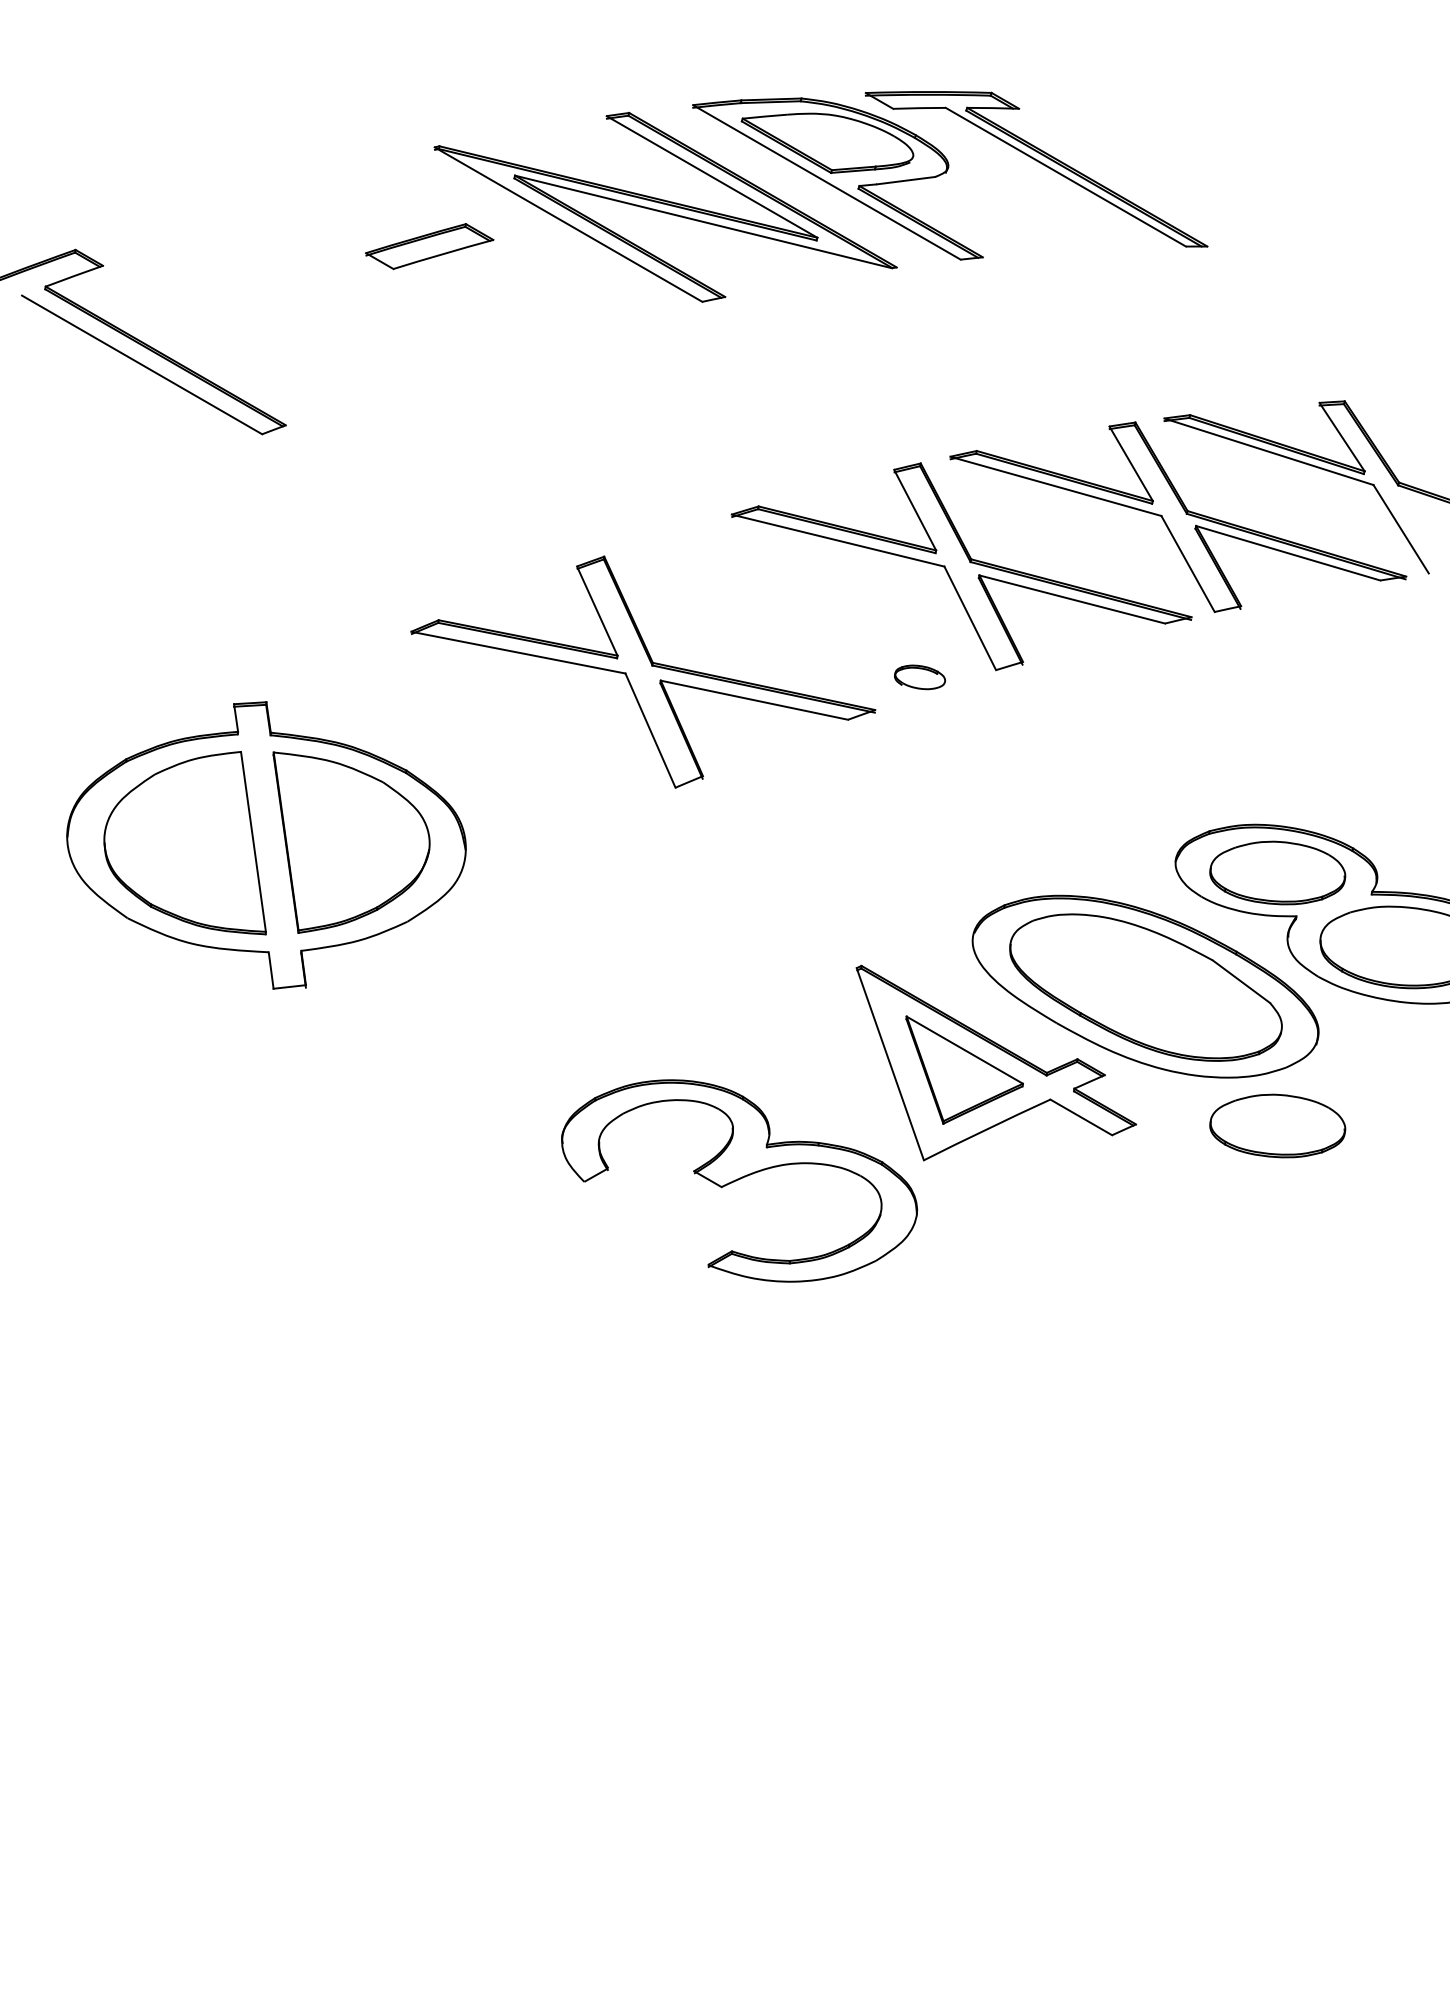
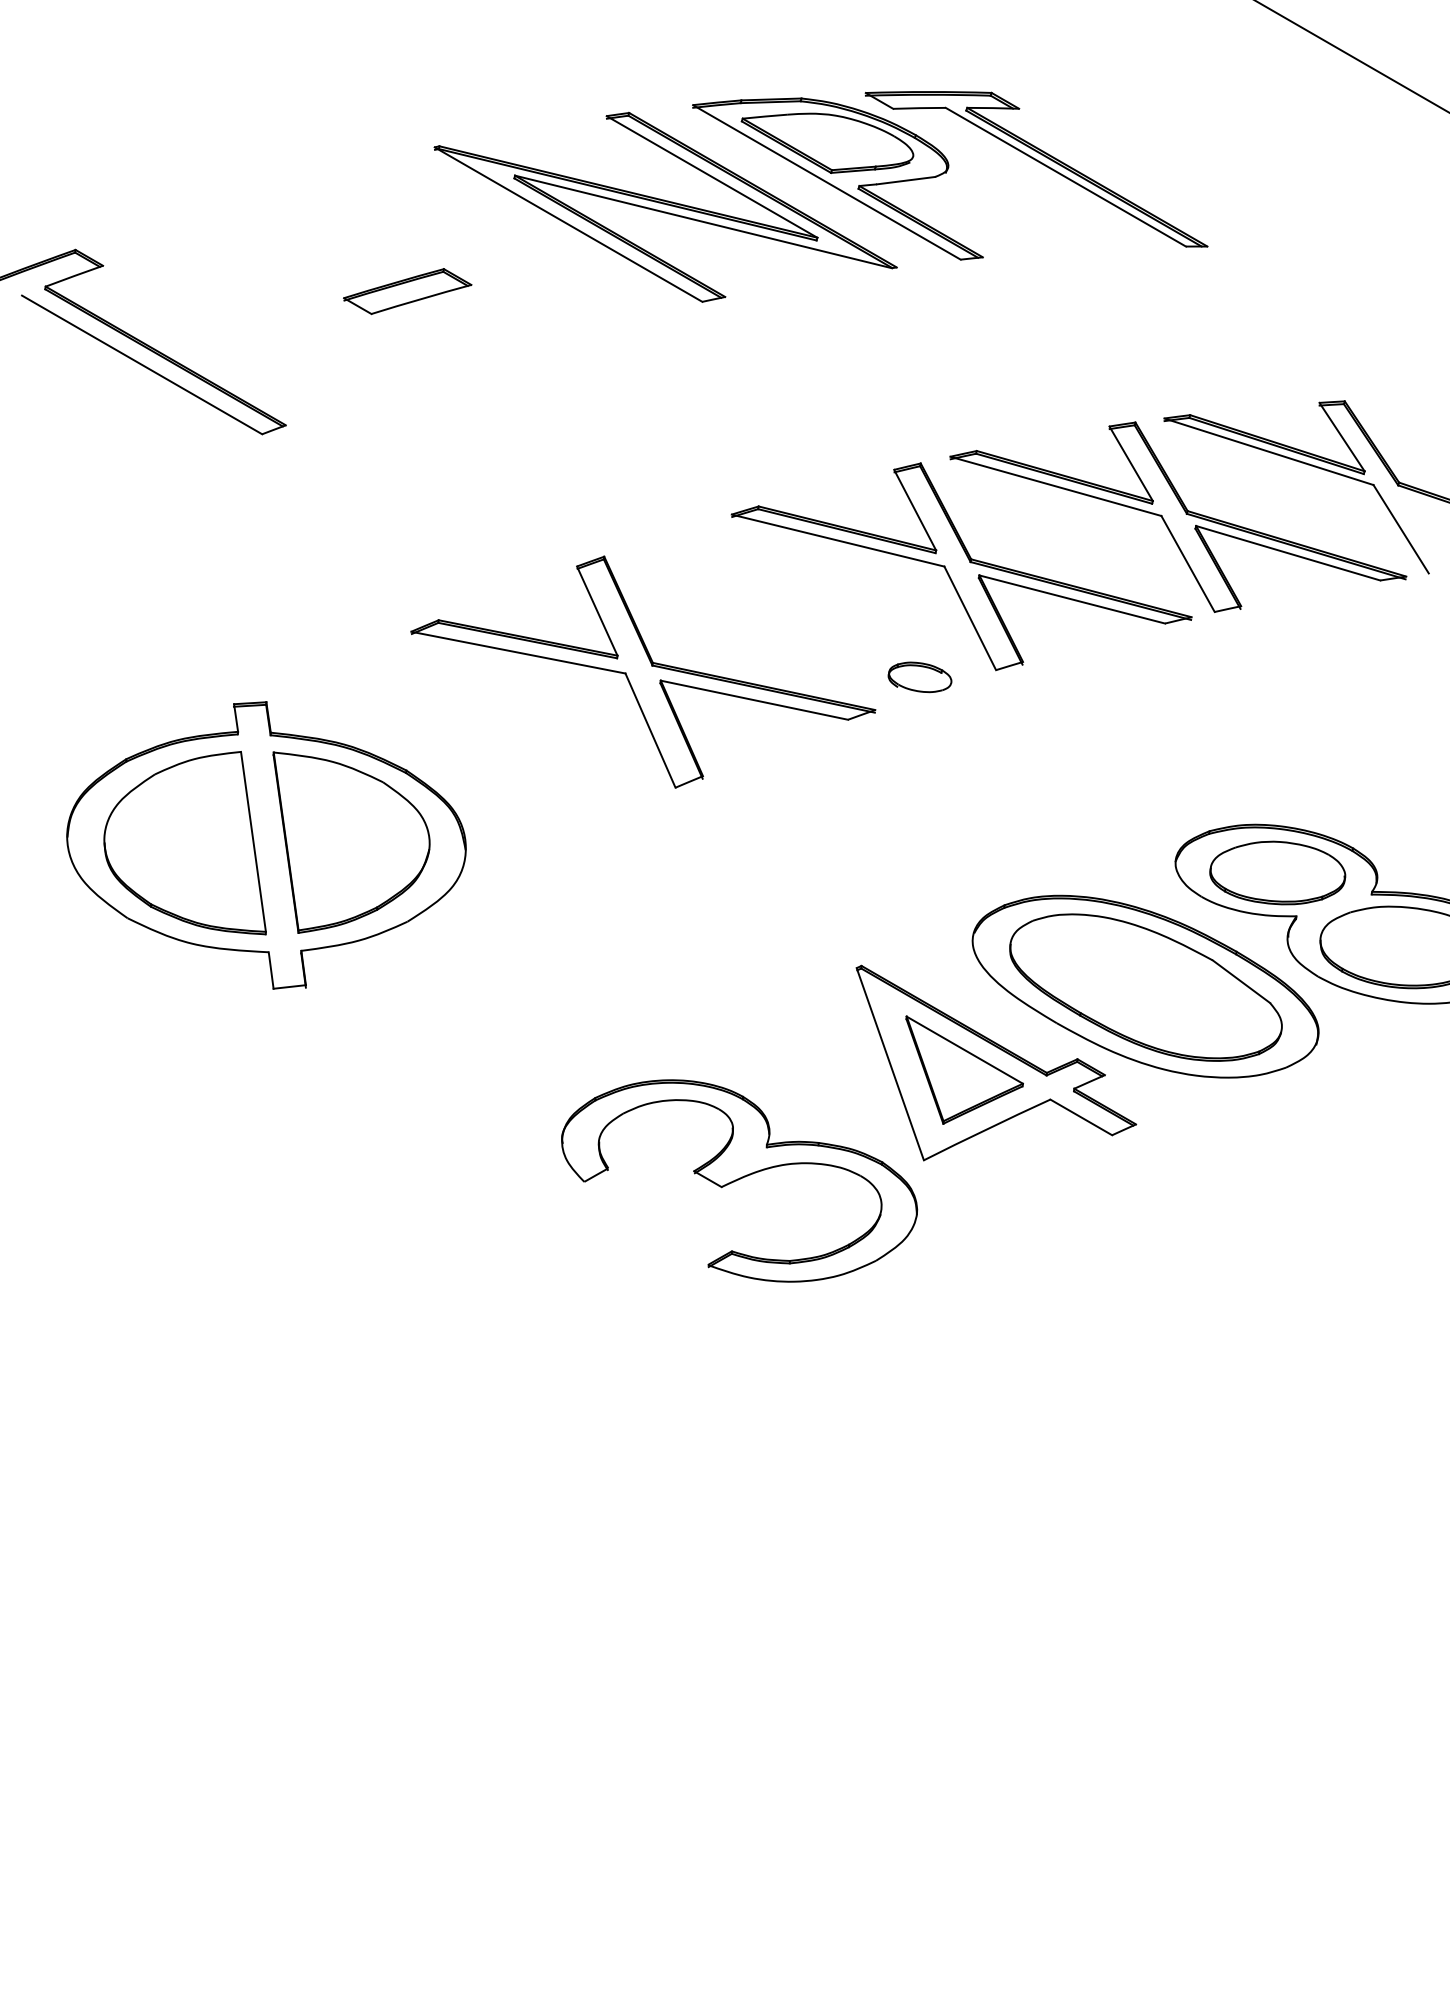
line at (1352, 56): none -> present
part at (429, 246) position: (429, 246) -> (407, 291)
part at (919, 677) size: 52x27 px -> 66x33 px
part at (1277, 1125): present -> none
